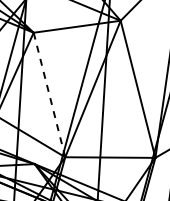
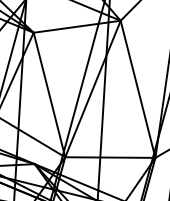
line at (49, 95): dashed -> solid
